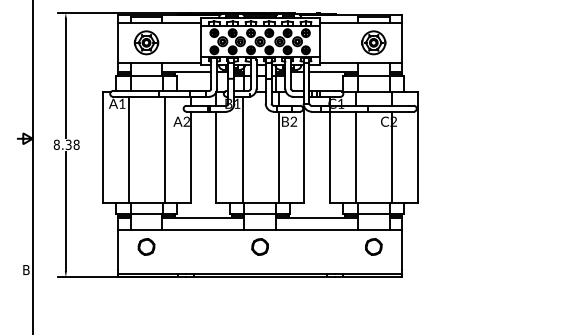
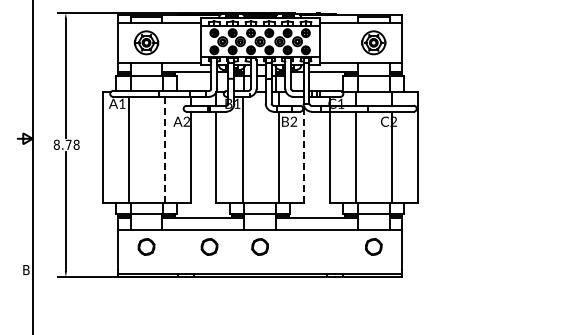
text at (68, 144): 8.38 -> 8.78
line at (164, 149): solid -> dashed
line at (304, 154): solid -> dashed
part at (209, 246): none -> present
